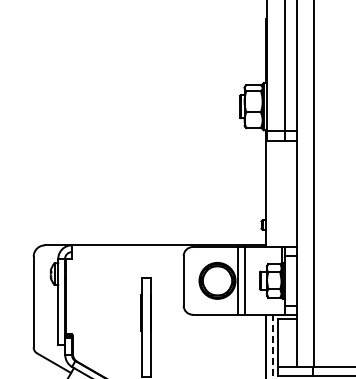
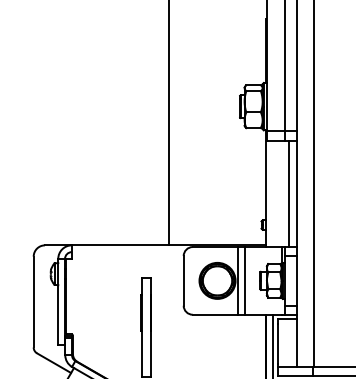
line at (169, 123): none -> present
line at (289, 193): none -> present
line at (272, 346): dashed -> solid
